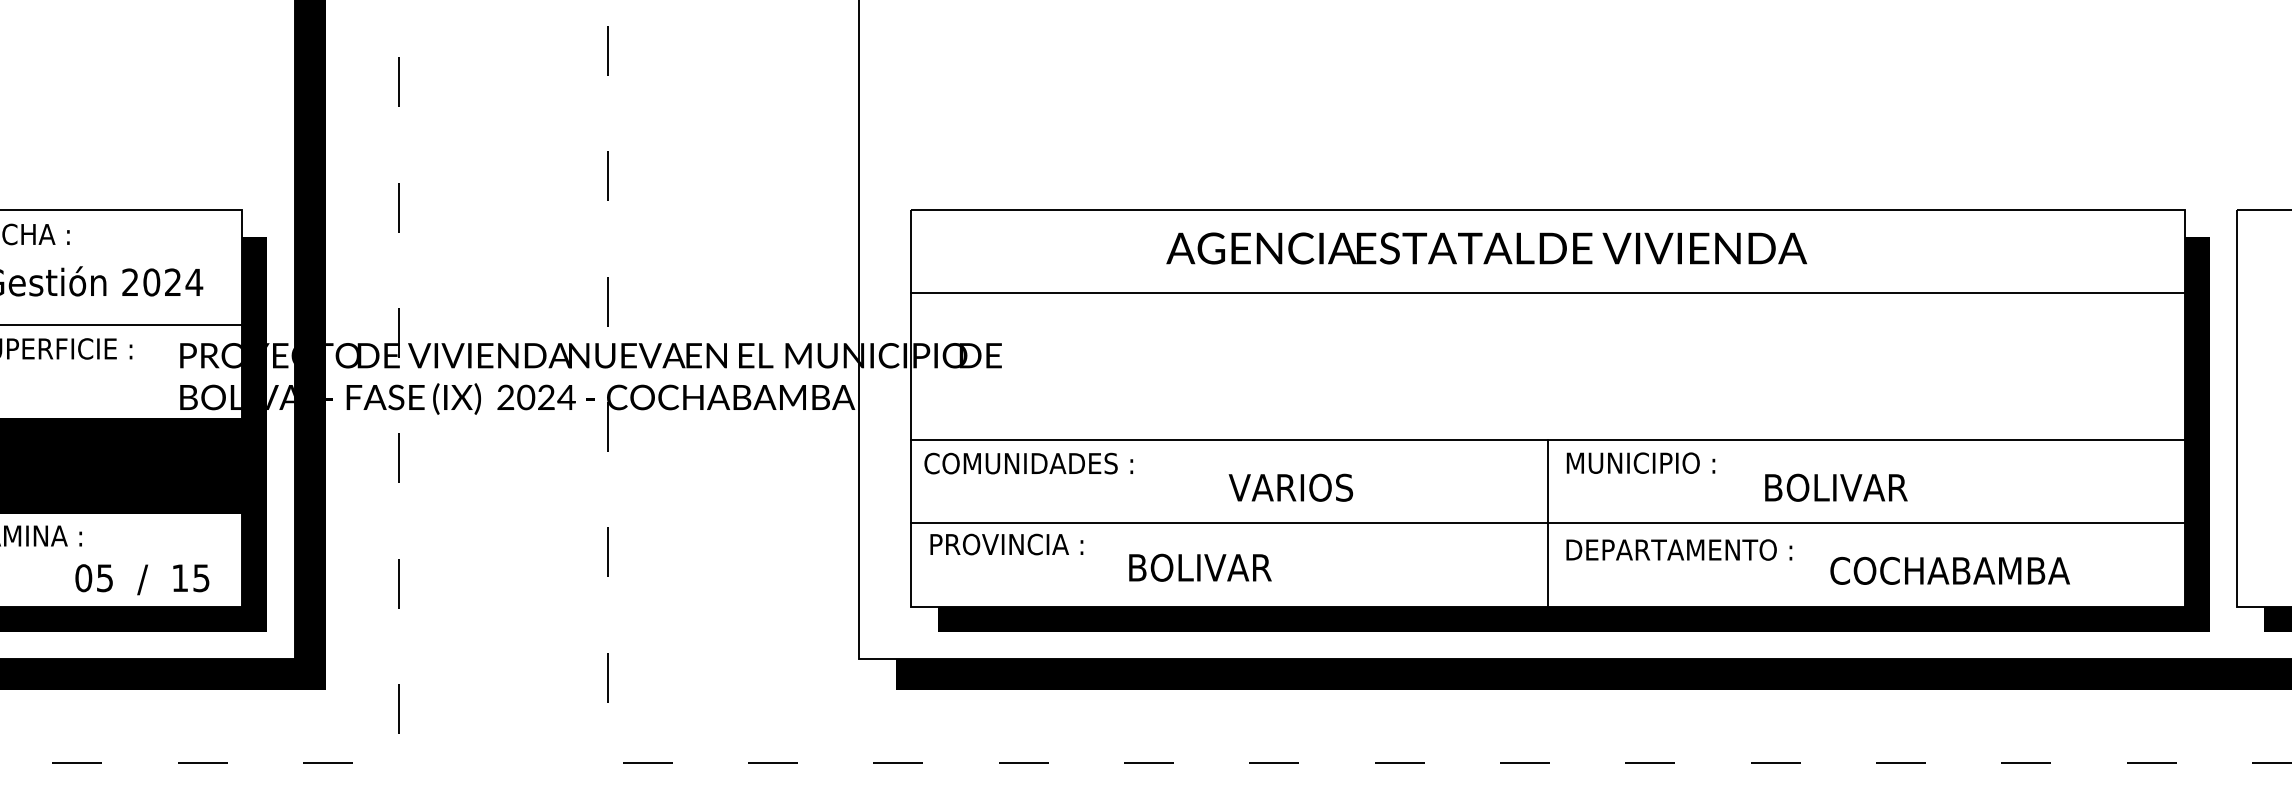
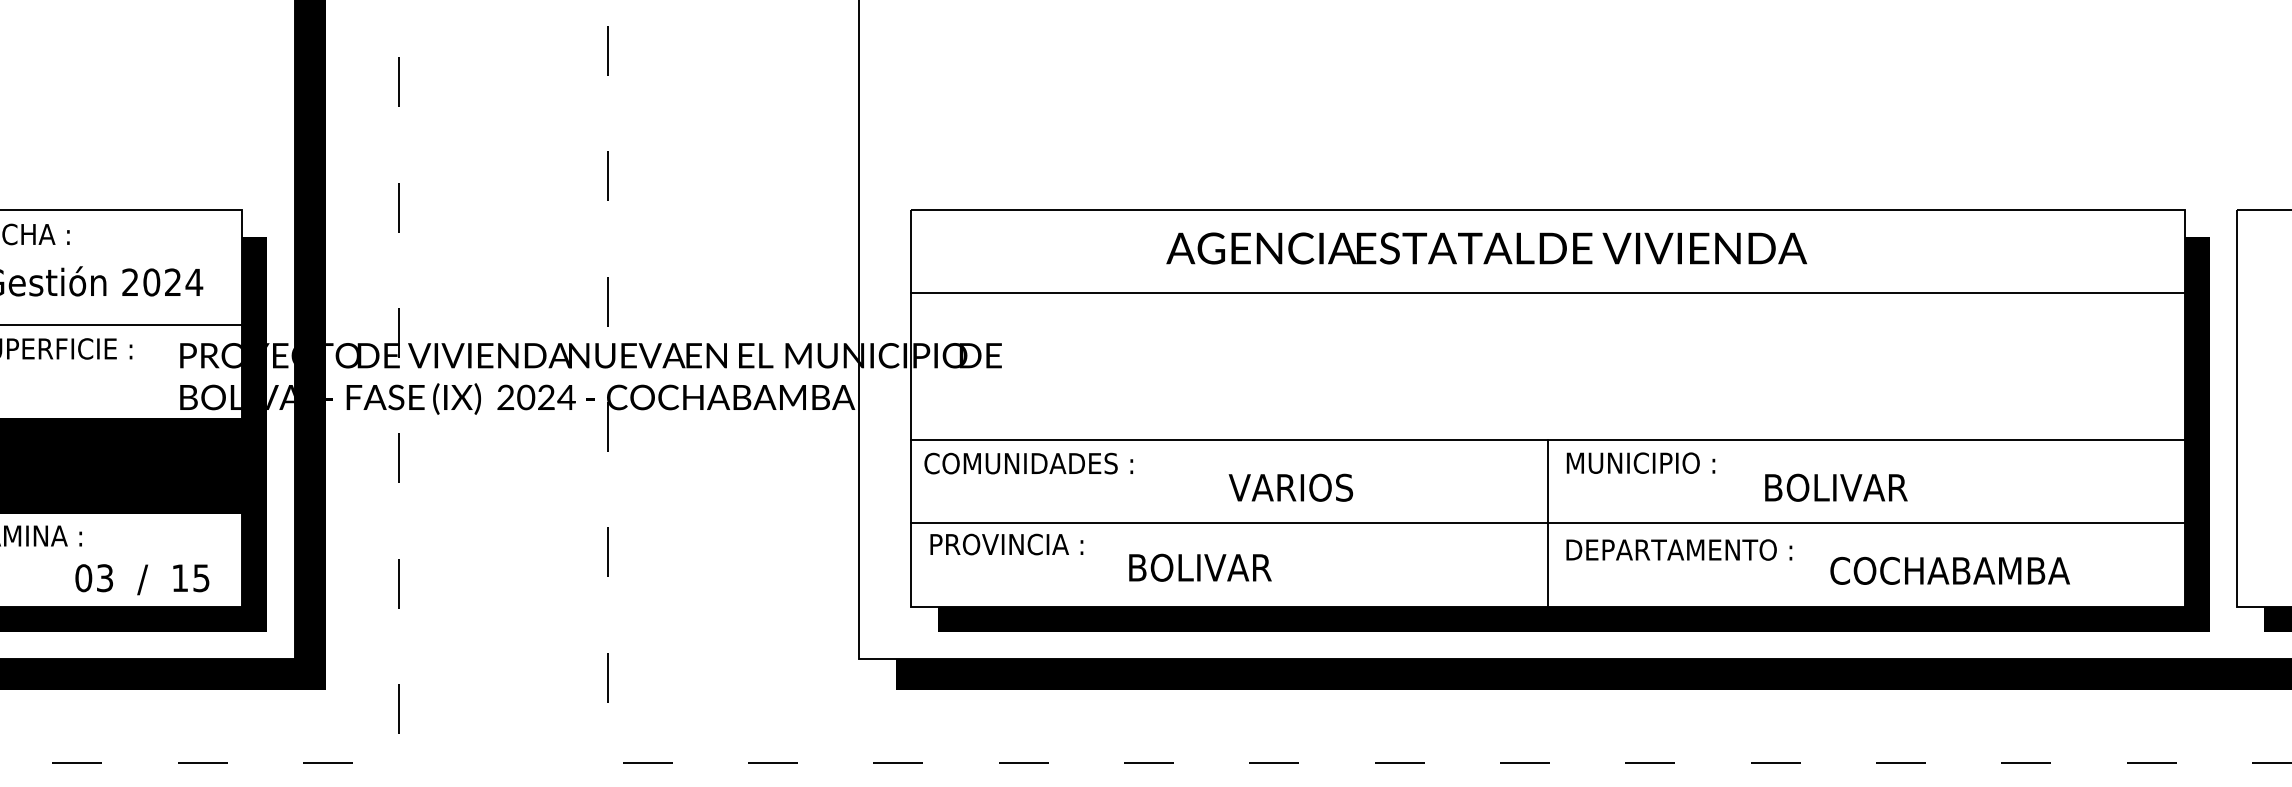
text at (105, 577): 05 -> 03
